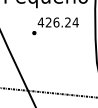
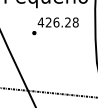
text at (75, 22): 426.24 -> 426.28
